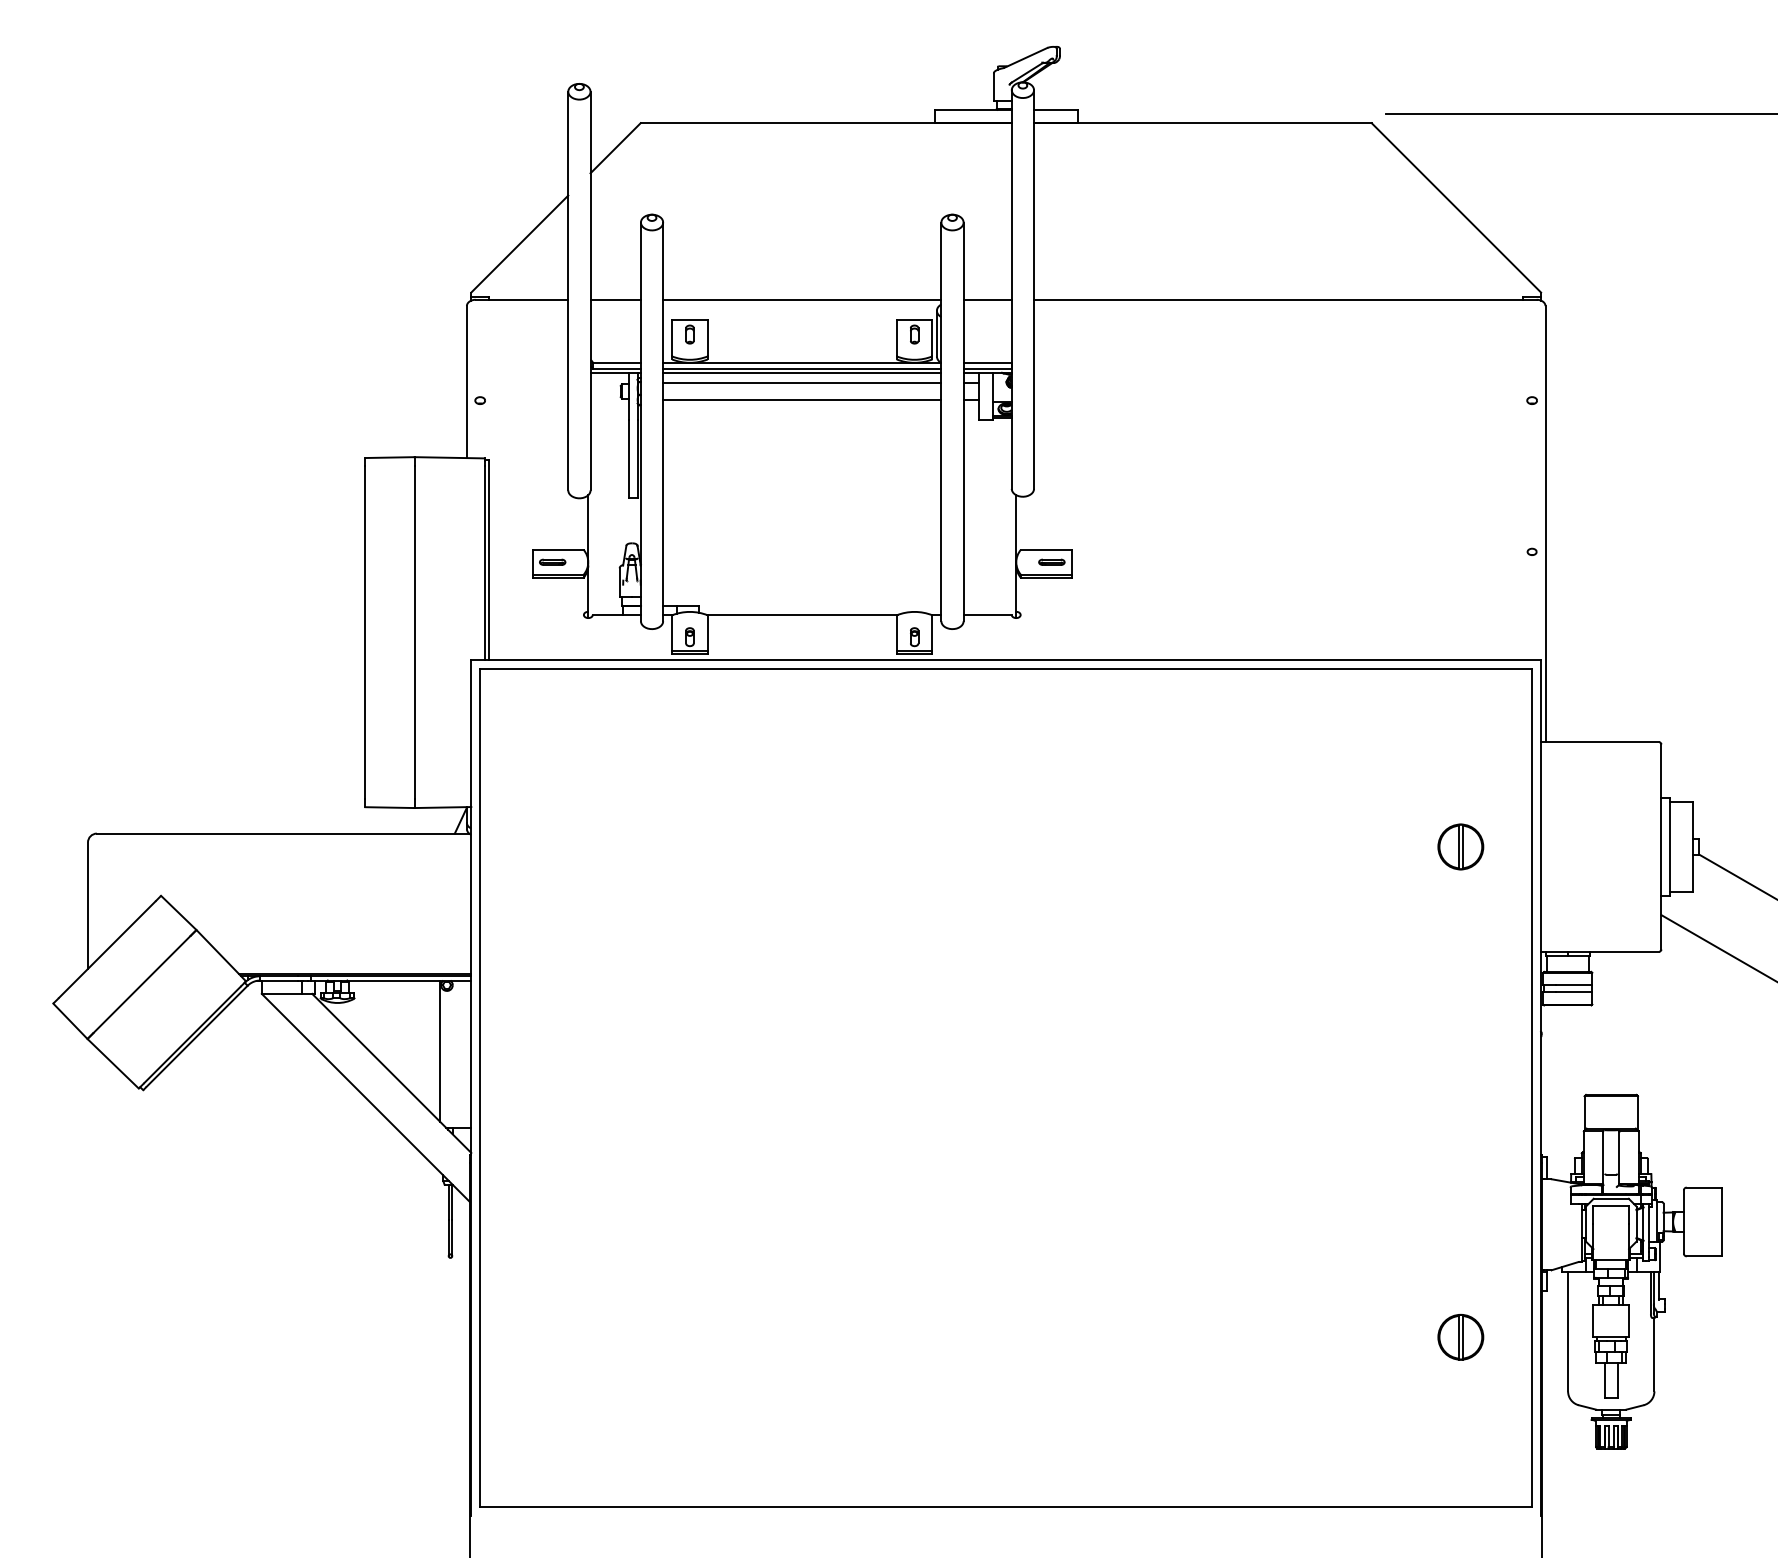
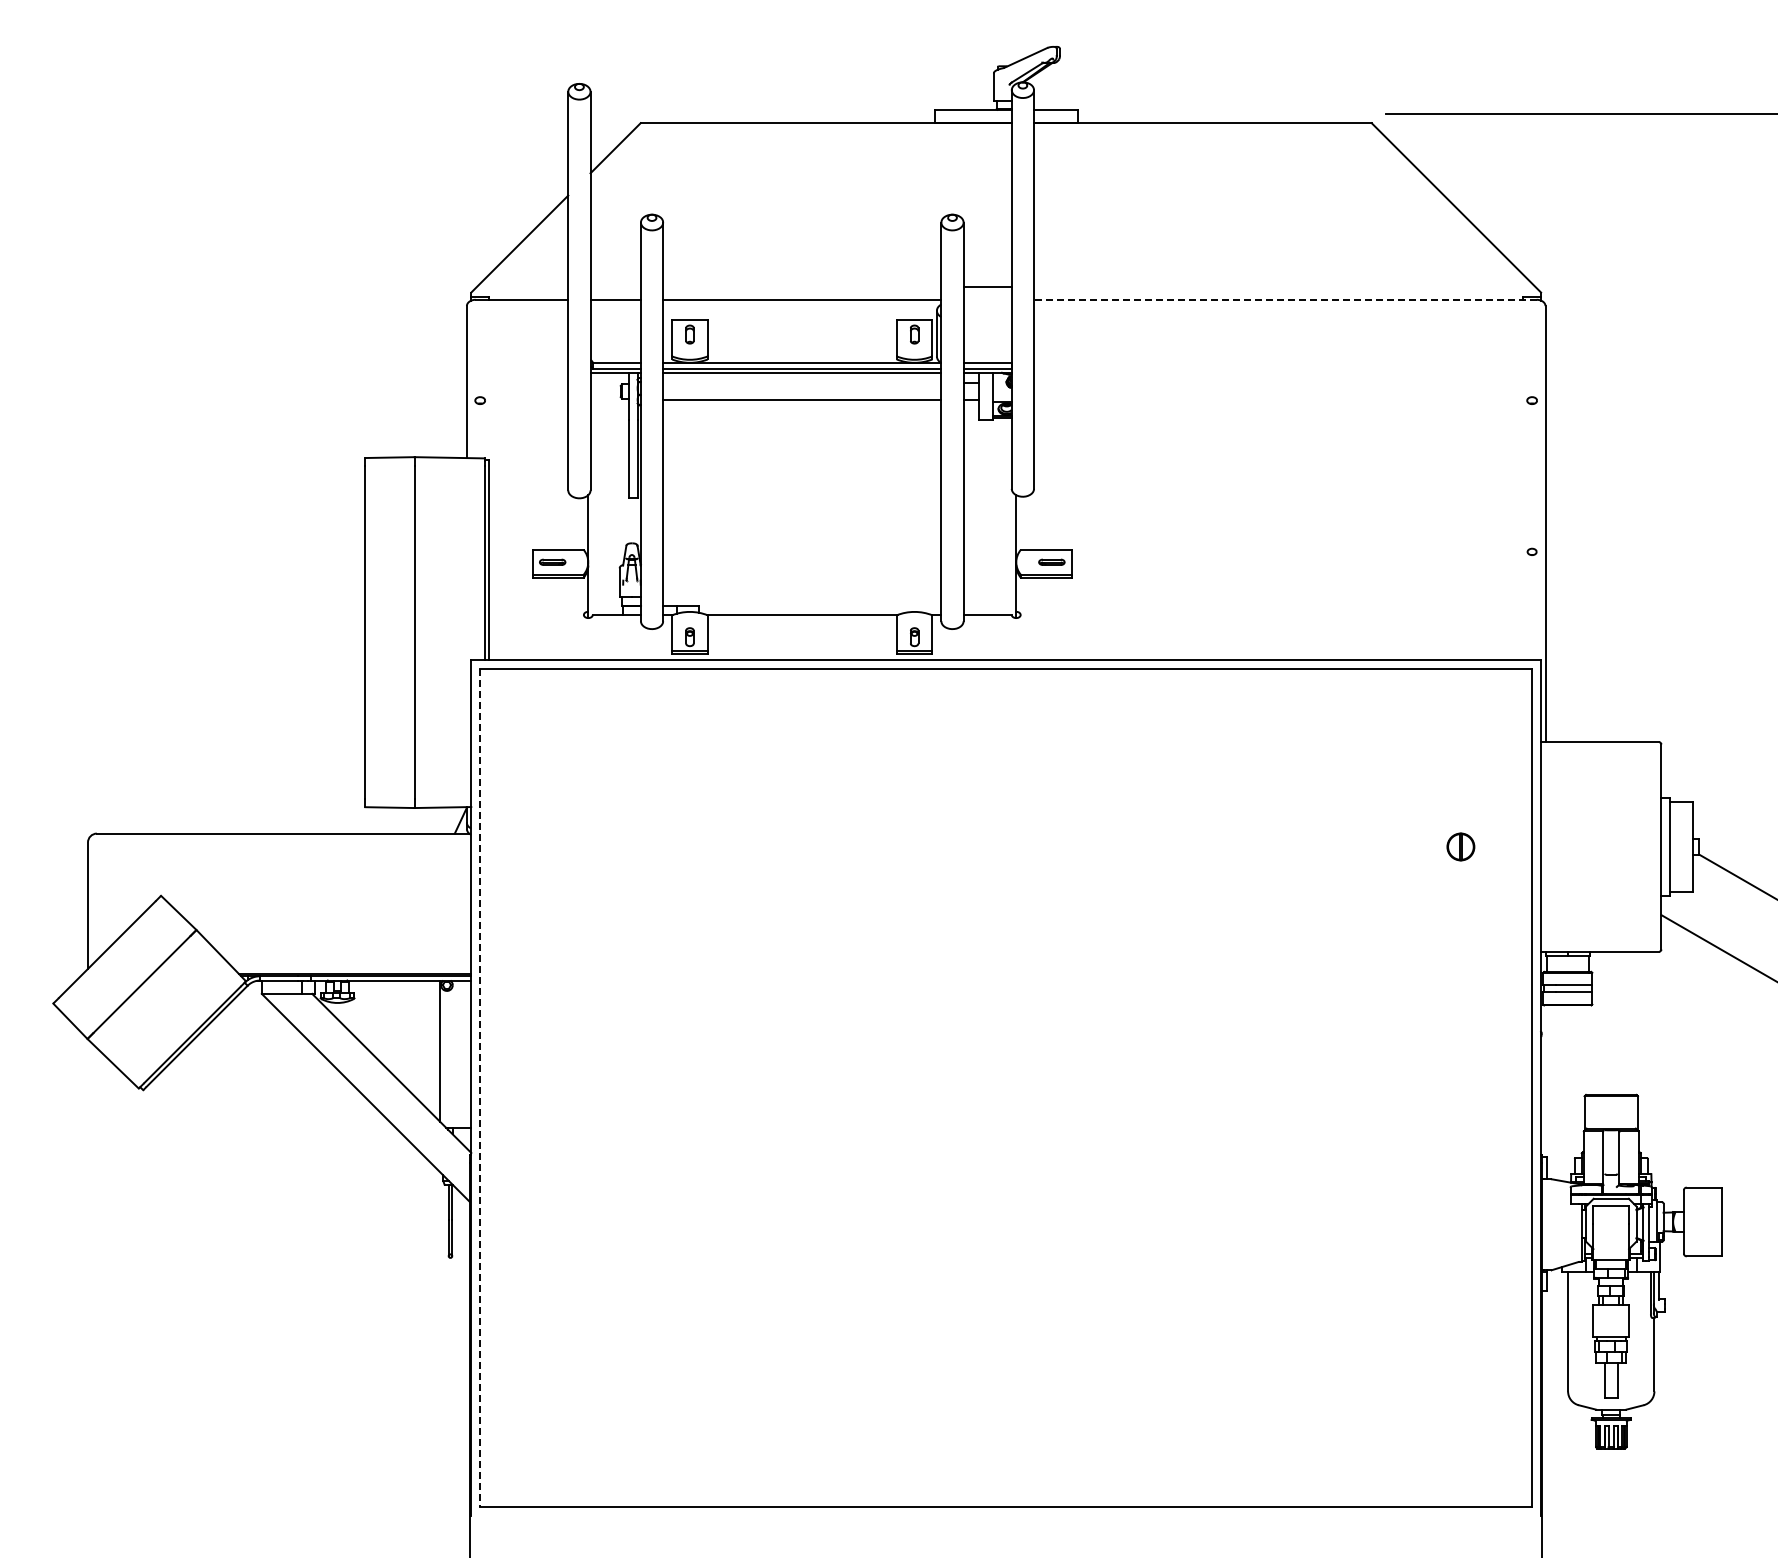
line at (987, 299) position: (987, 299) -> (987, 286)
line at (1284, 299): solid -> dashed
line at (802, 383): present -> none
part at (1460, 846) size: 48x48 px -> 30x30 px
line at (480, 1087): solid -> dashed
part at (1460, 1337): present -> none
